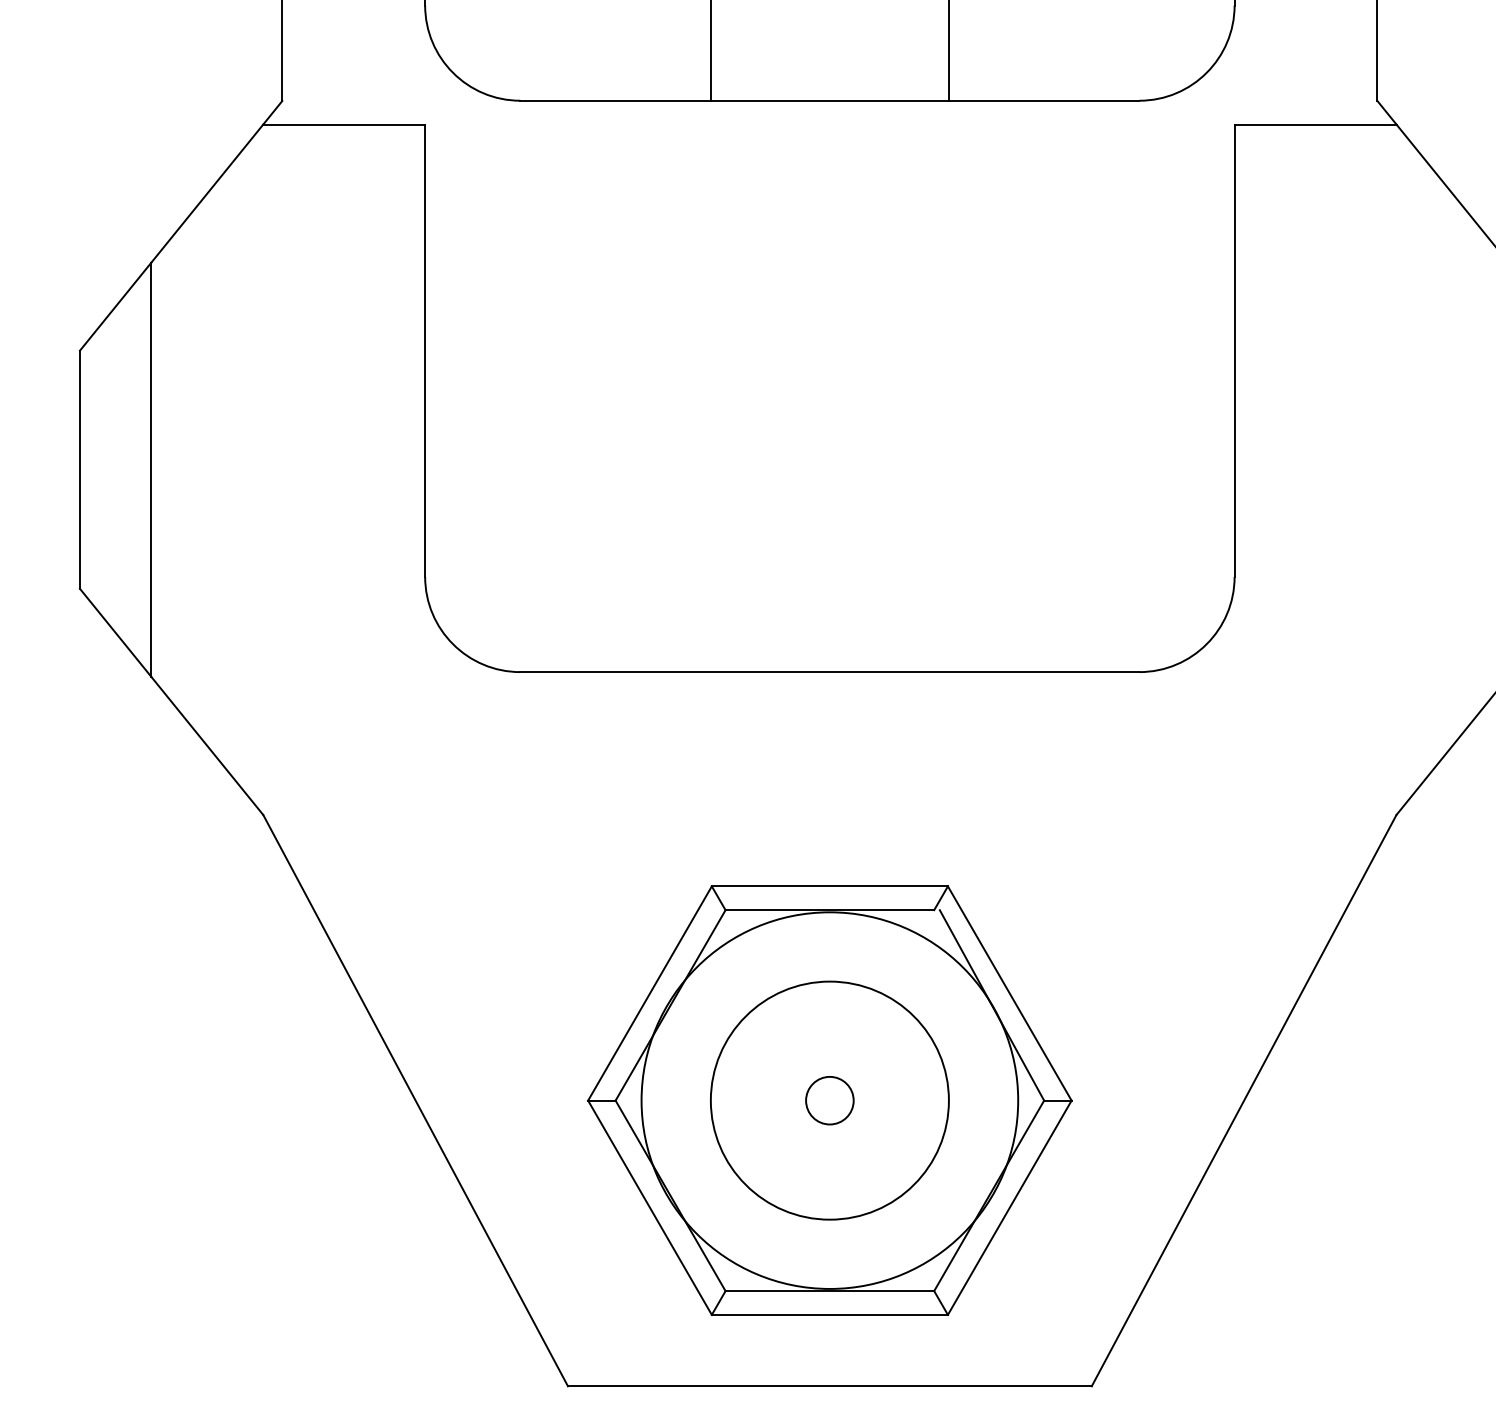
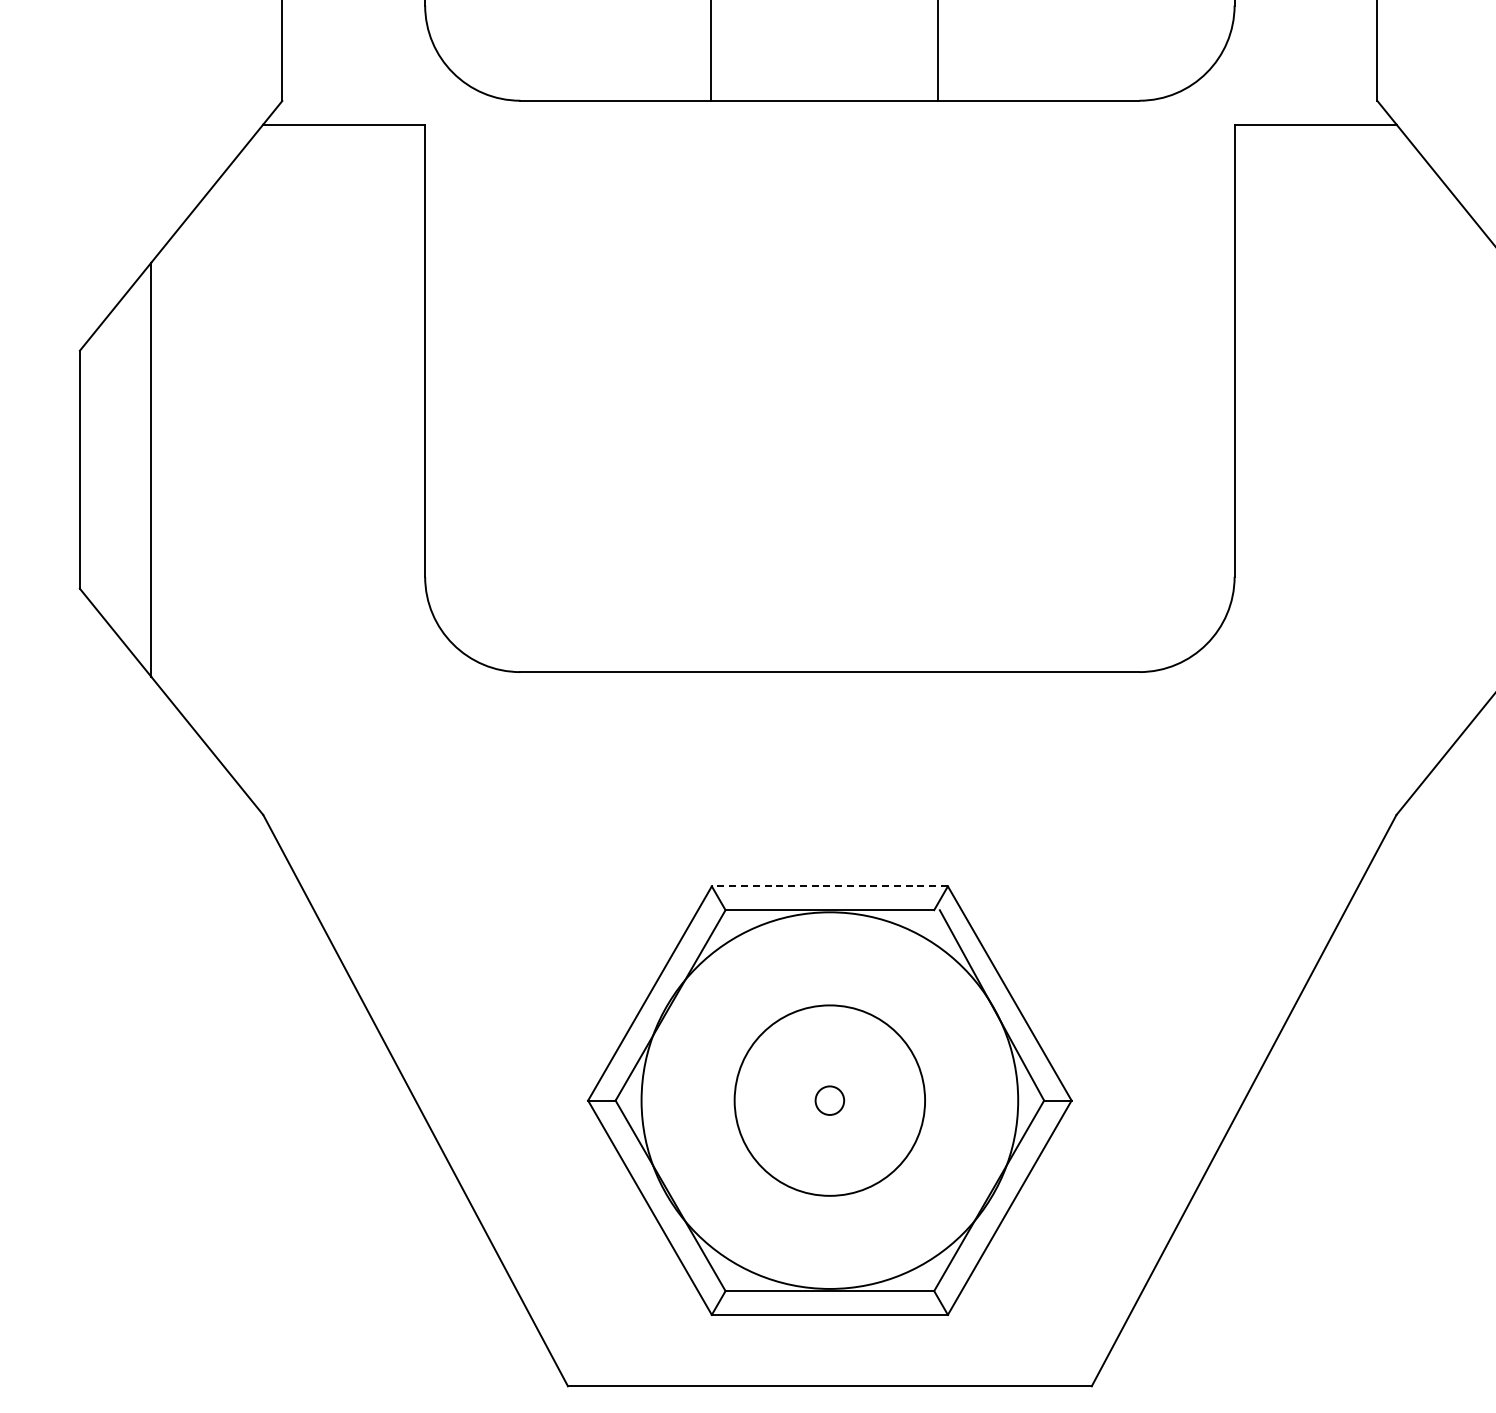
line at (948, 51) position: (948, 51) -> (937, 51)
line at (829, 886): solid -> dashed
circle at (829, 1100) diameter: 238 px -> 190 px
circle at (829, 1100) diameter: 48 px -> 29 px
